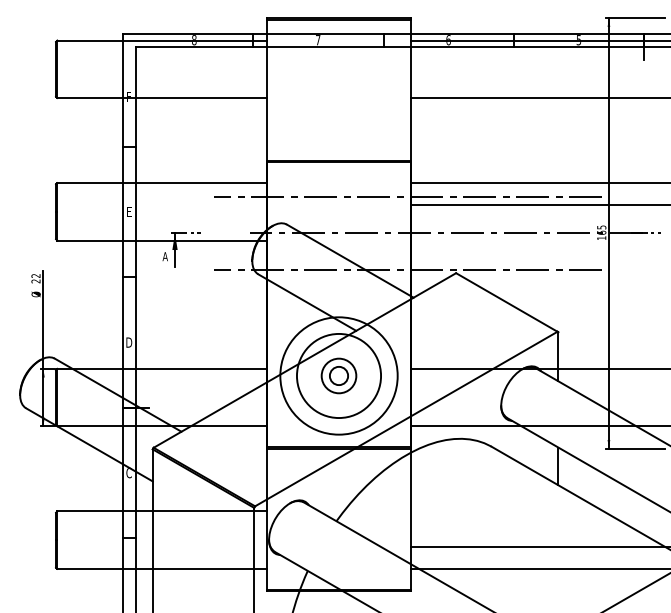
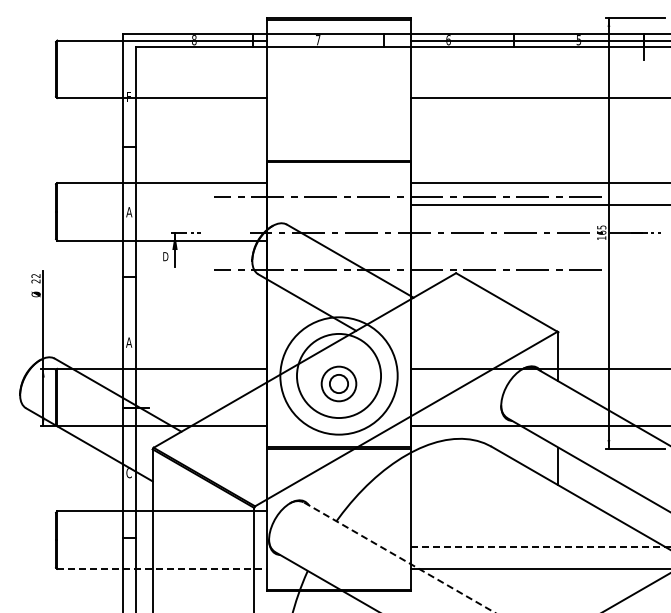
text at (129, 212): E -> A
text at (165, 256): A -> D
text at (129, 342): D -> A
part at (338, 375) position: (338, 375) -> (338, 383)
line at (540, 546): solid -> dashed
line at (398, 557): solid -> dashed
line at (162, 568): solid -> dashed
